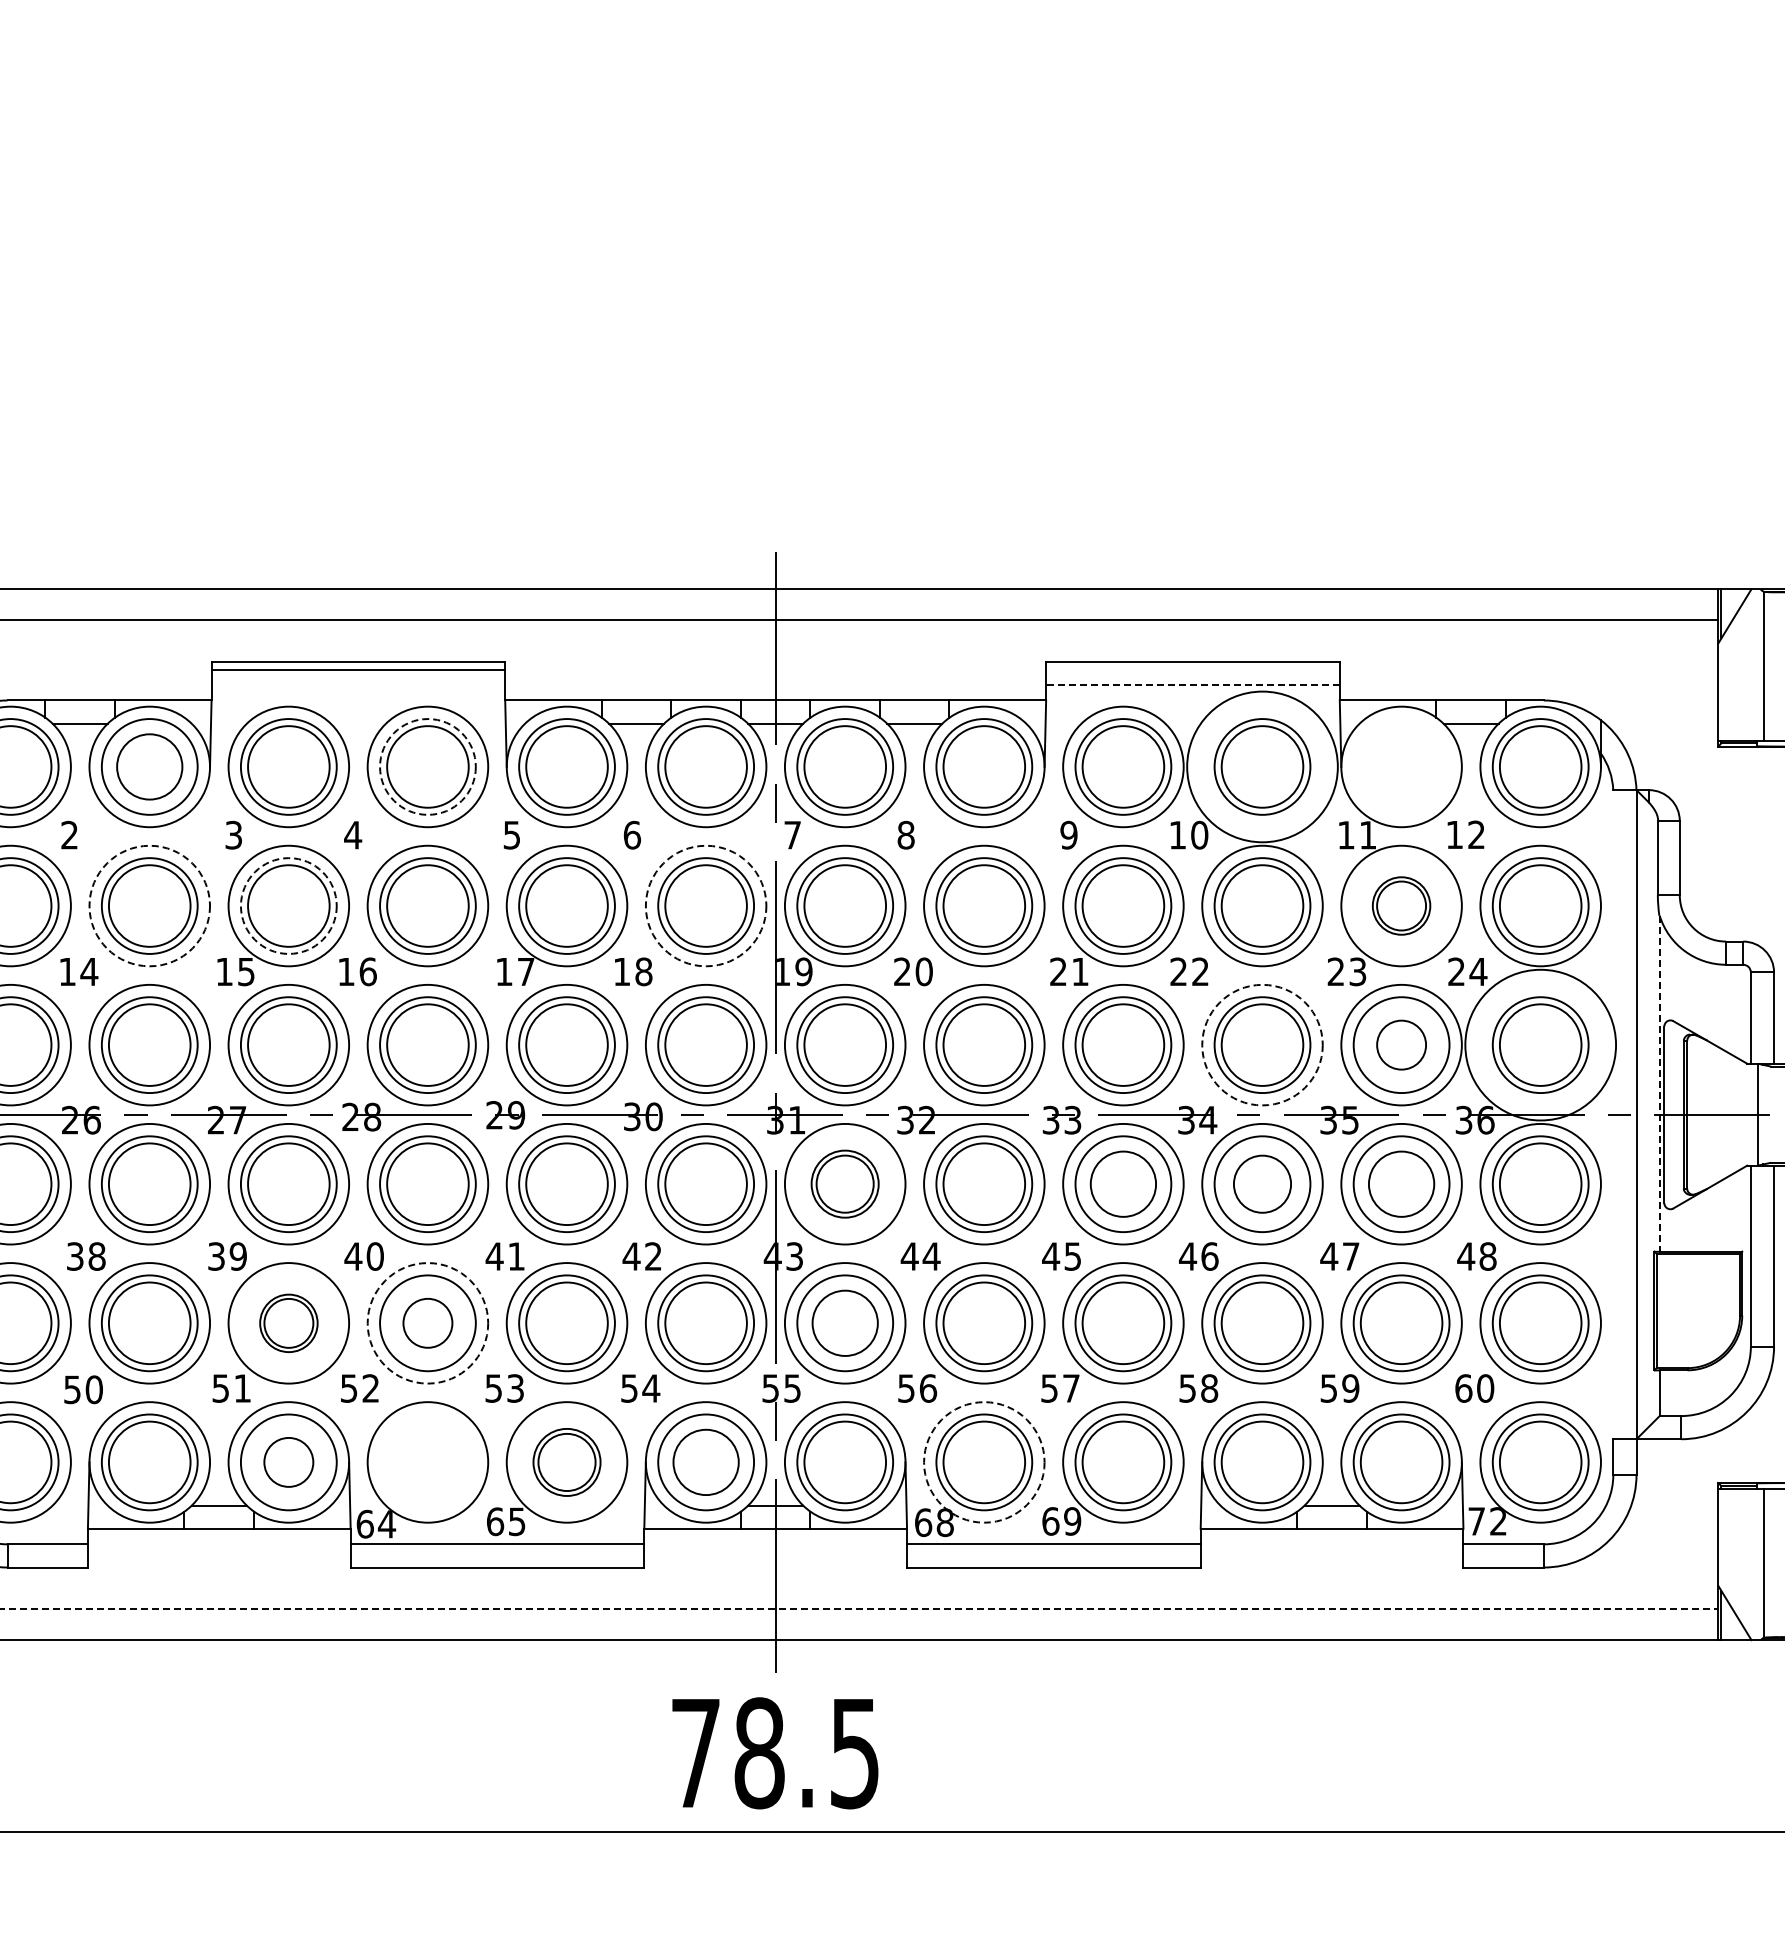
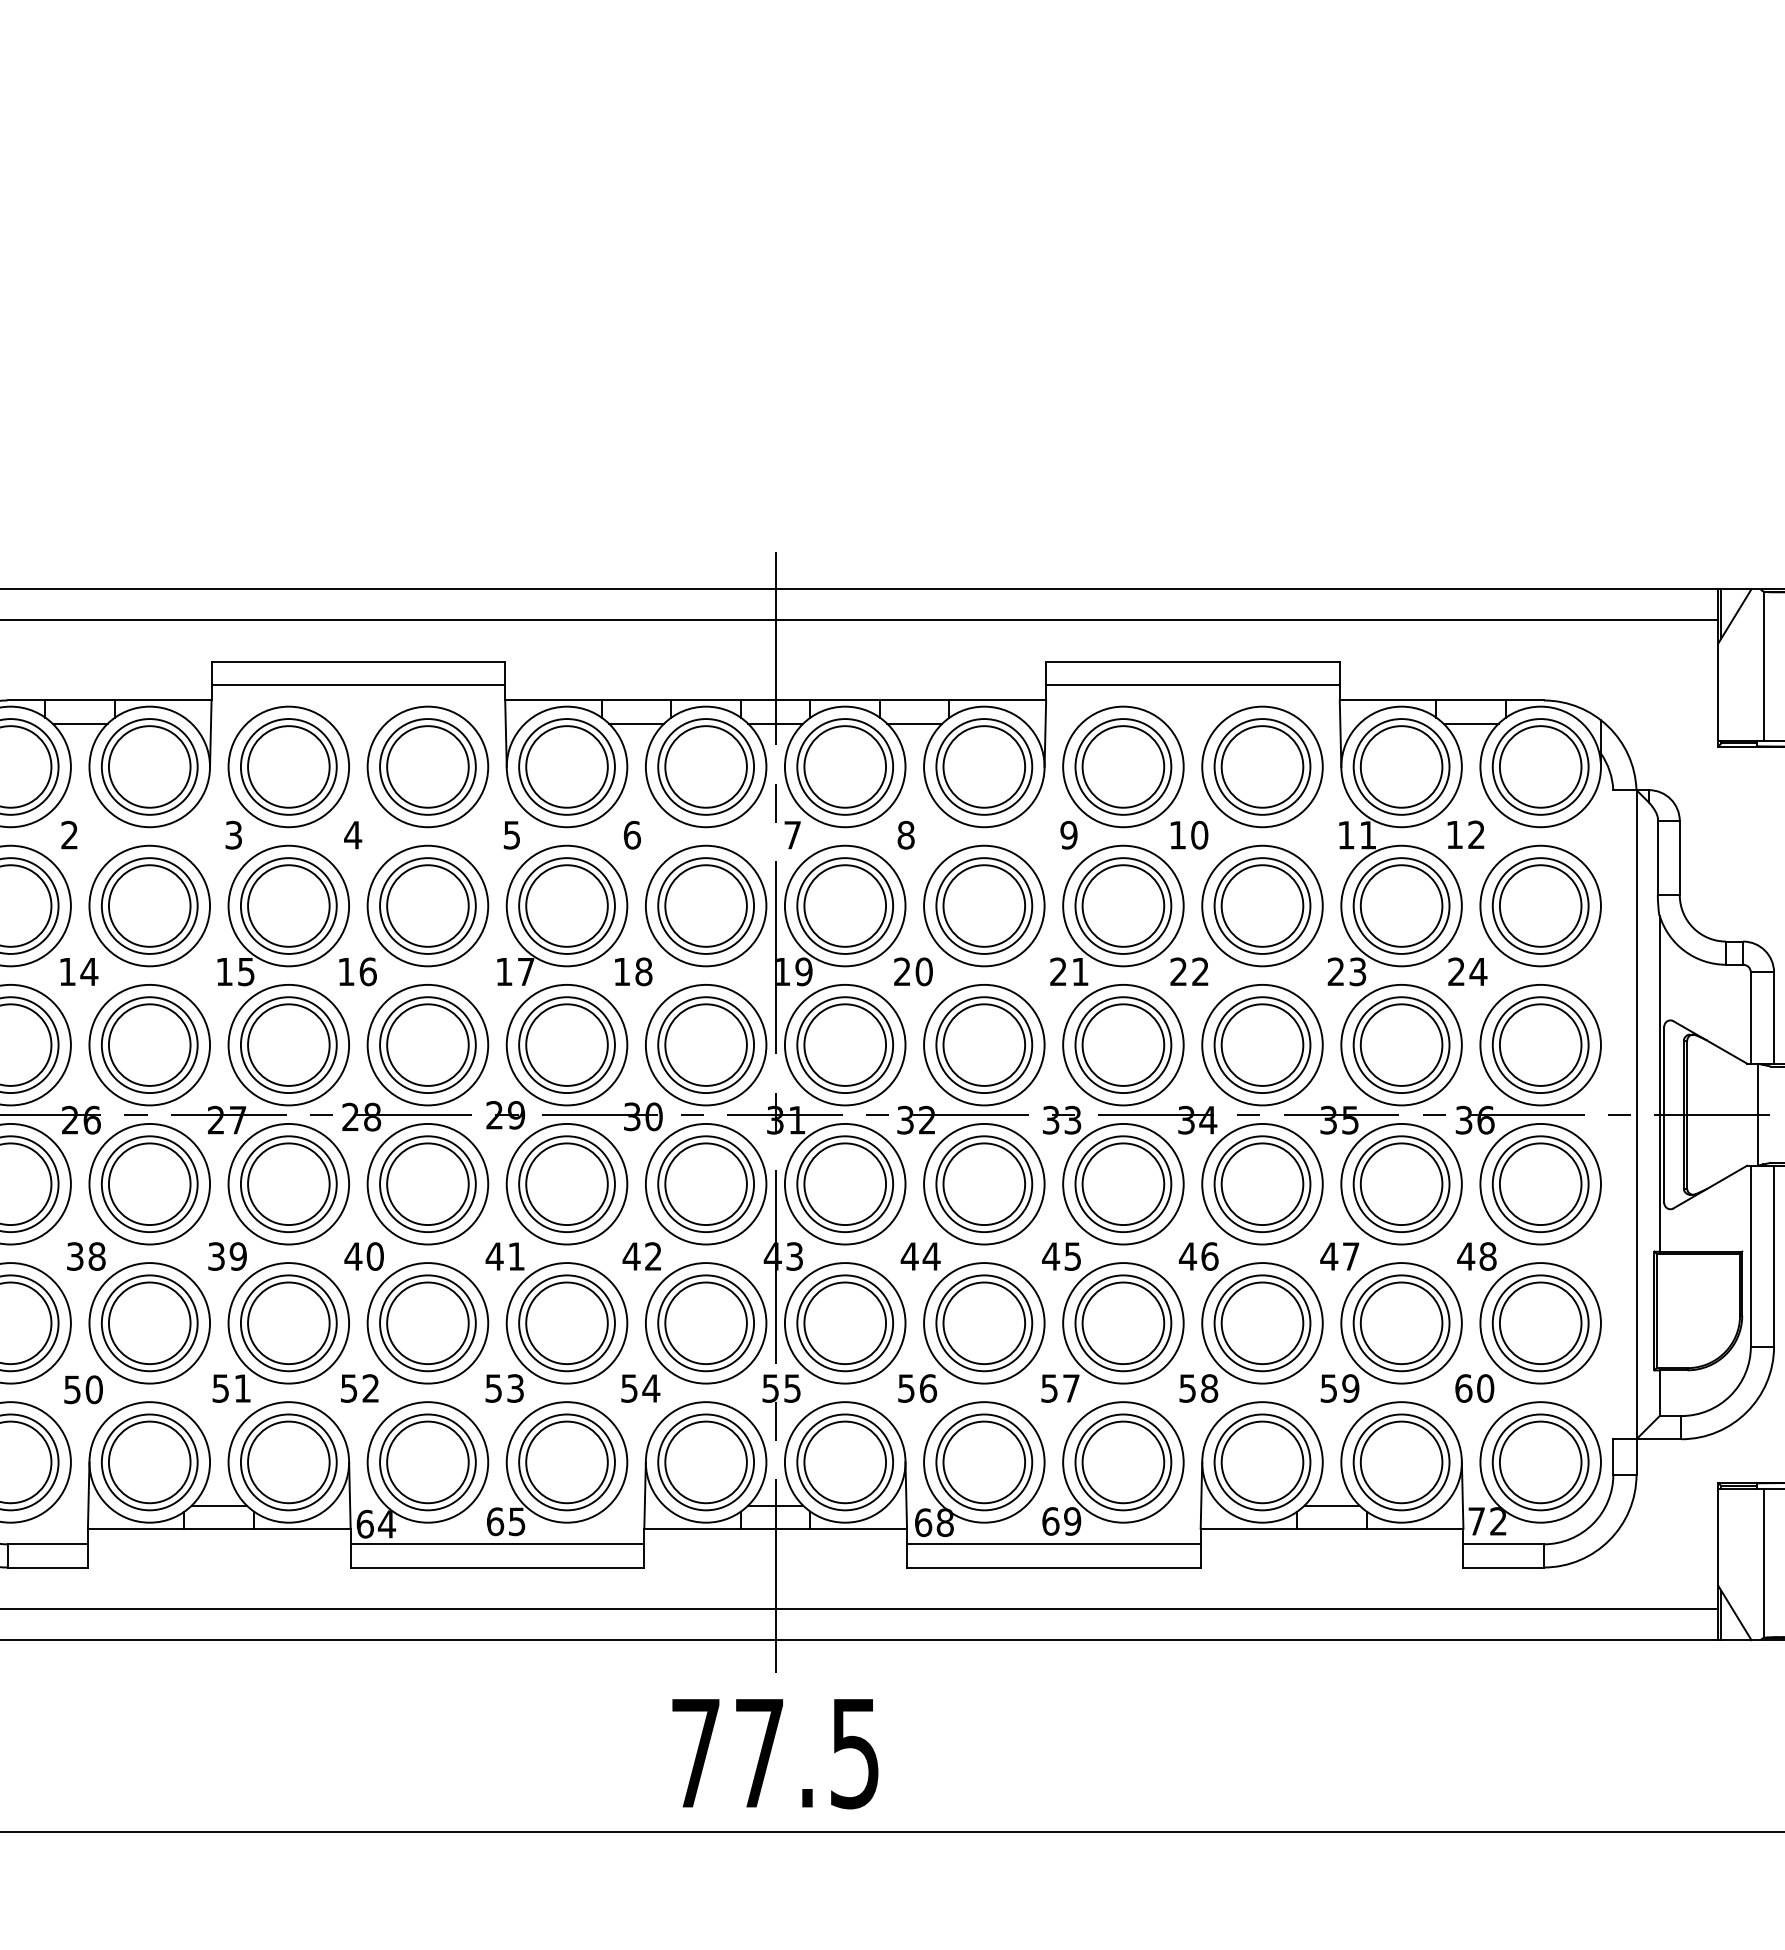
line at (358, 670) position: (358, 670) -> (358, 685)
line at (1192, 685): dashed -> solid
circle at (149, 766) diameter: 65 px -> 82 px
circle at (427, 766): dashed -> solid
circle at (1262, 766) diameter: 151 px -> 121 px
part at (1401, 766): none -> present
circle at (149, 905): dashed -> solid
circle at (288, 905): dashed -> solid
circle at (705, 905): dashed -> solid
part at (1401, 905) size: 60x60 px -> 99x98 px
circle at (1262, 1044): dashed -> solid
circle at (1401, 1044) diameter: 49 px -> 82 px
circle at (1540, 1044) diameter: 151 px -> 121 px
line at (1659, 1083): dashed -> solid
part at (844, 1183) size: 70x70 px -> 98x98 px
circle at (1123, 1183) diameter: 65 px -> 82 px
circle at (1262, 1183) diameter: 57 px -> 82 px
circle at (1401, 1183) diameter: 65 px -> 82 px
part at (288, 1322) size: 60x60 px -> 98x99 px
circle at (427, 1322) diameter: 49 px -> 82 px
circle at (844, 1322) diameter: 65 px -> 82 px
circle at (427, 1323): dashed -> solid
circle at (288, 1461) diameter: 49 px -> 82 px
part at (427, 1462): none -> present
part at (566, 1462) size: 70x69 px -> 98x99 px
circle at (705, 1462) diameter: 65 px -> 82 px
circle at (984, 1462): dashed -> solid
line at (859, 1609): dashed -> solid
text at (759, 1753): 78.5 -> 77.5
